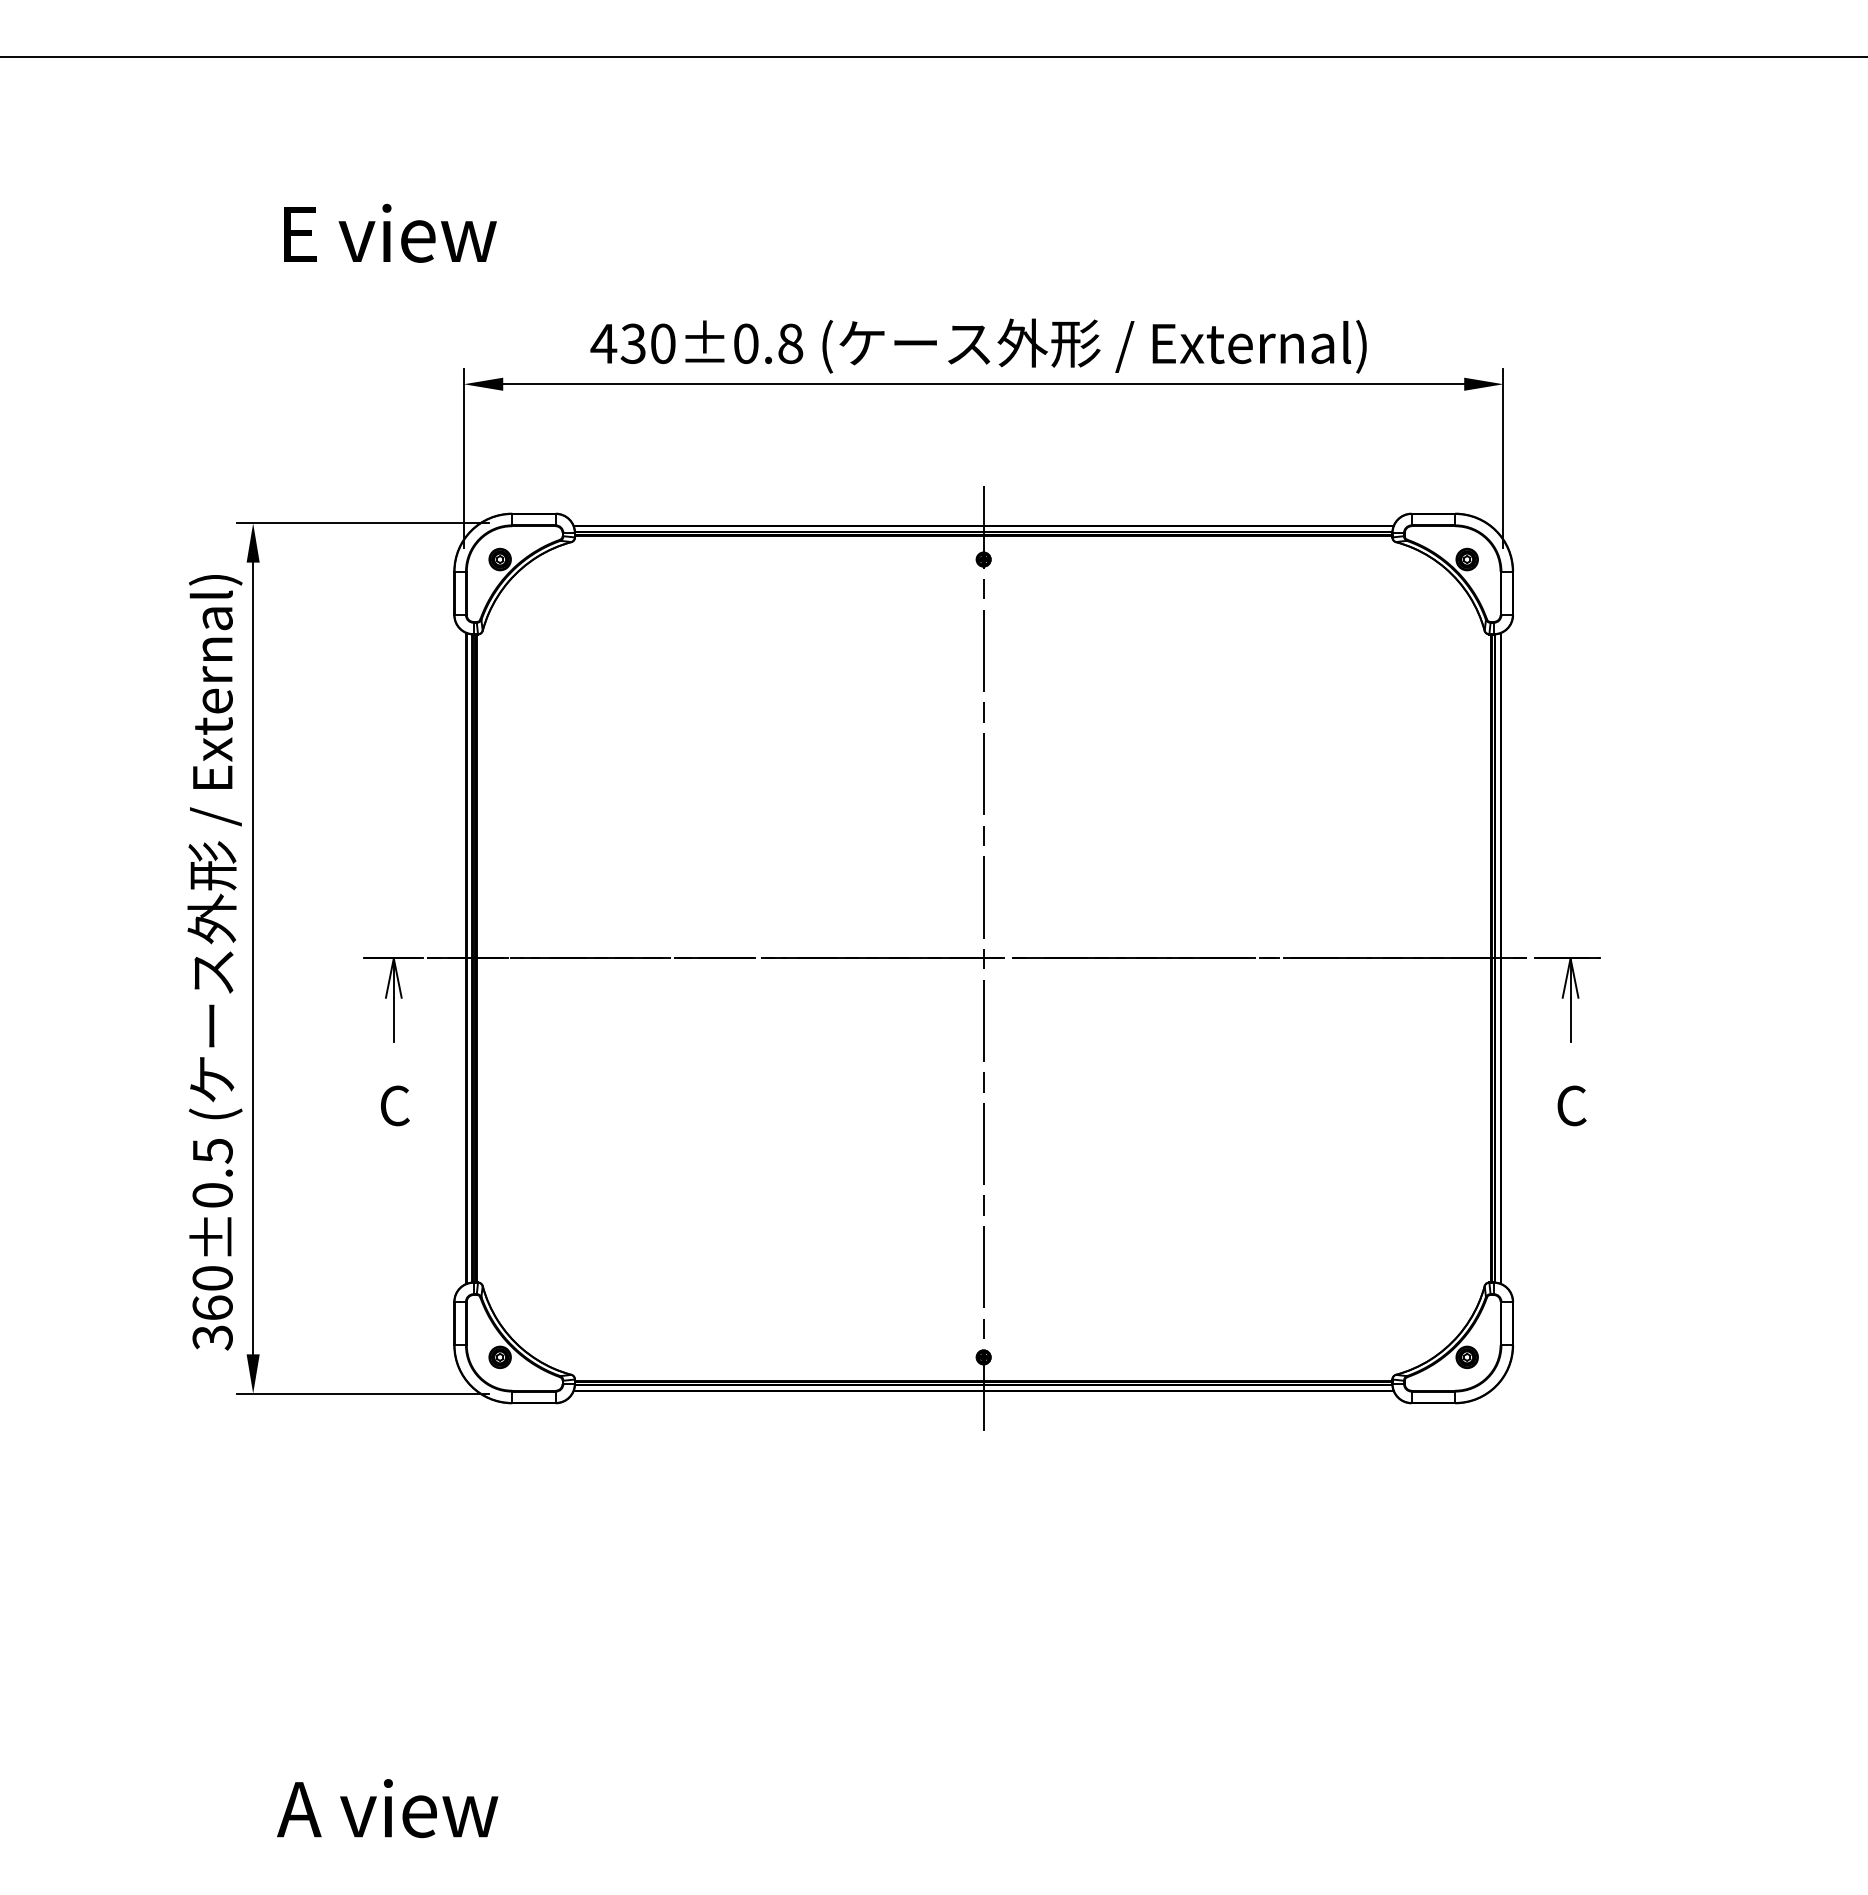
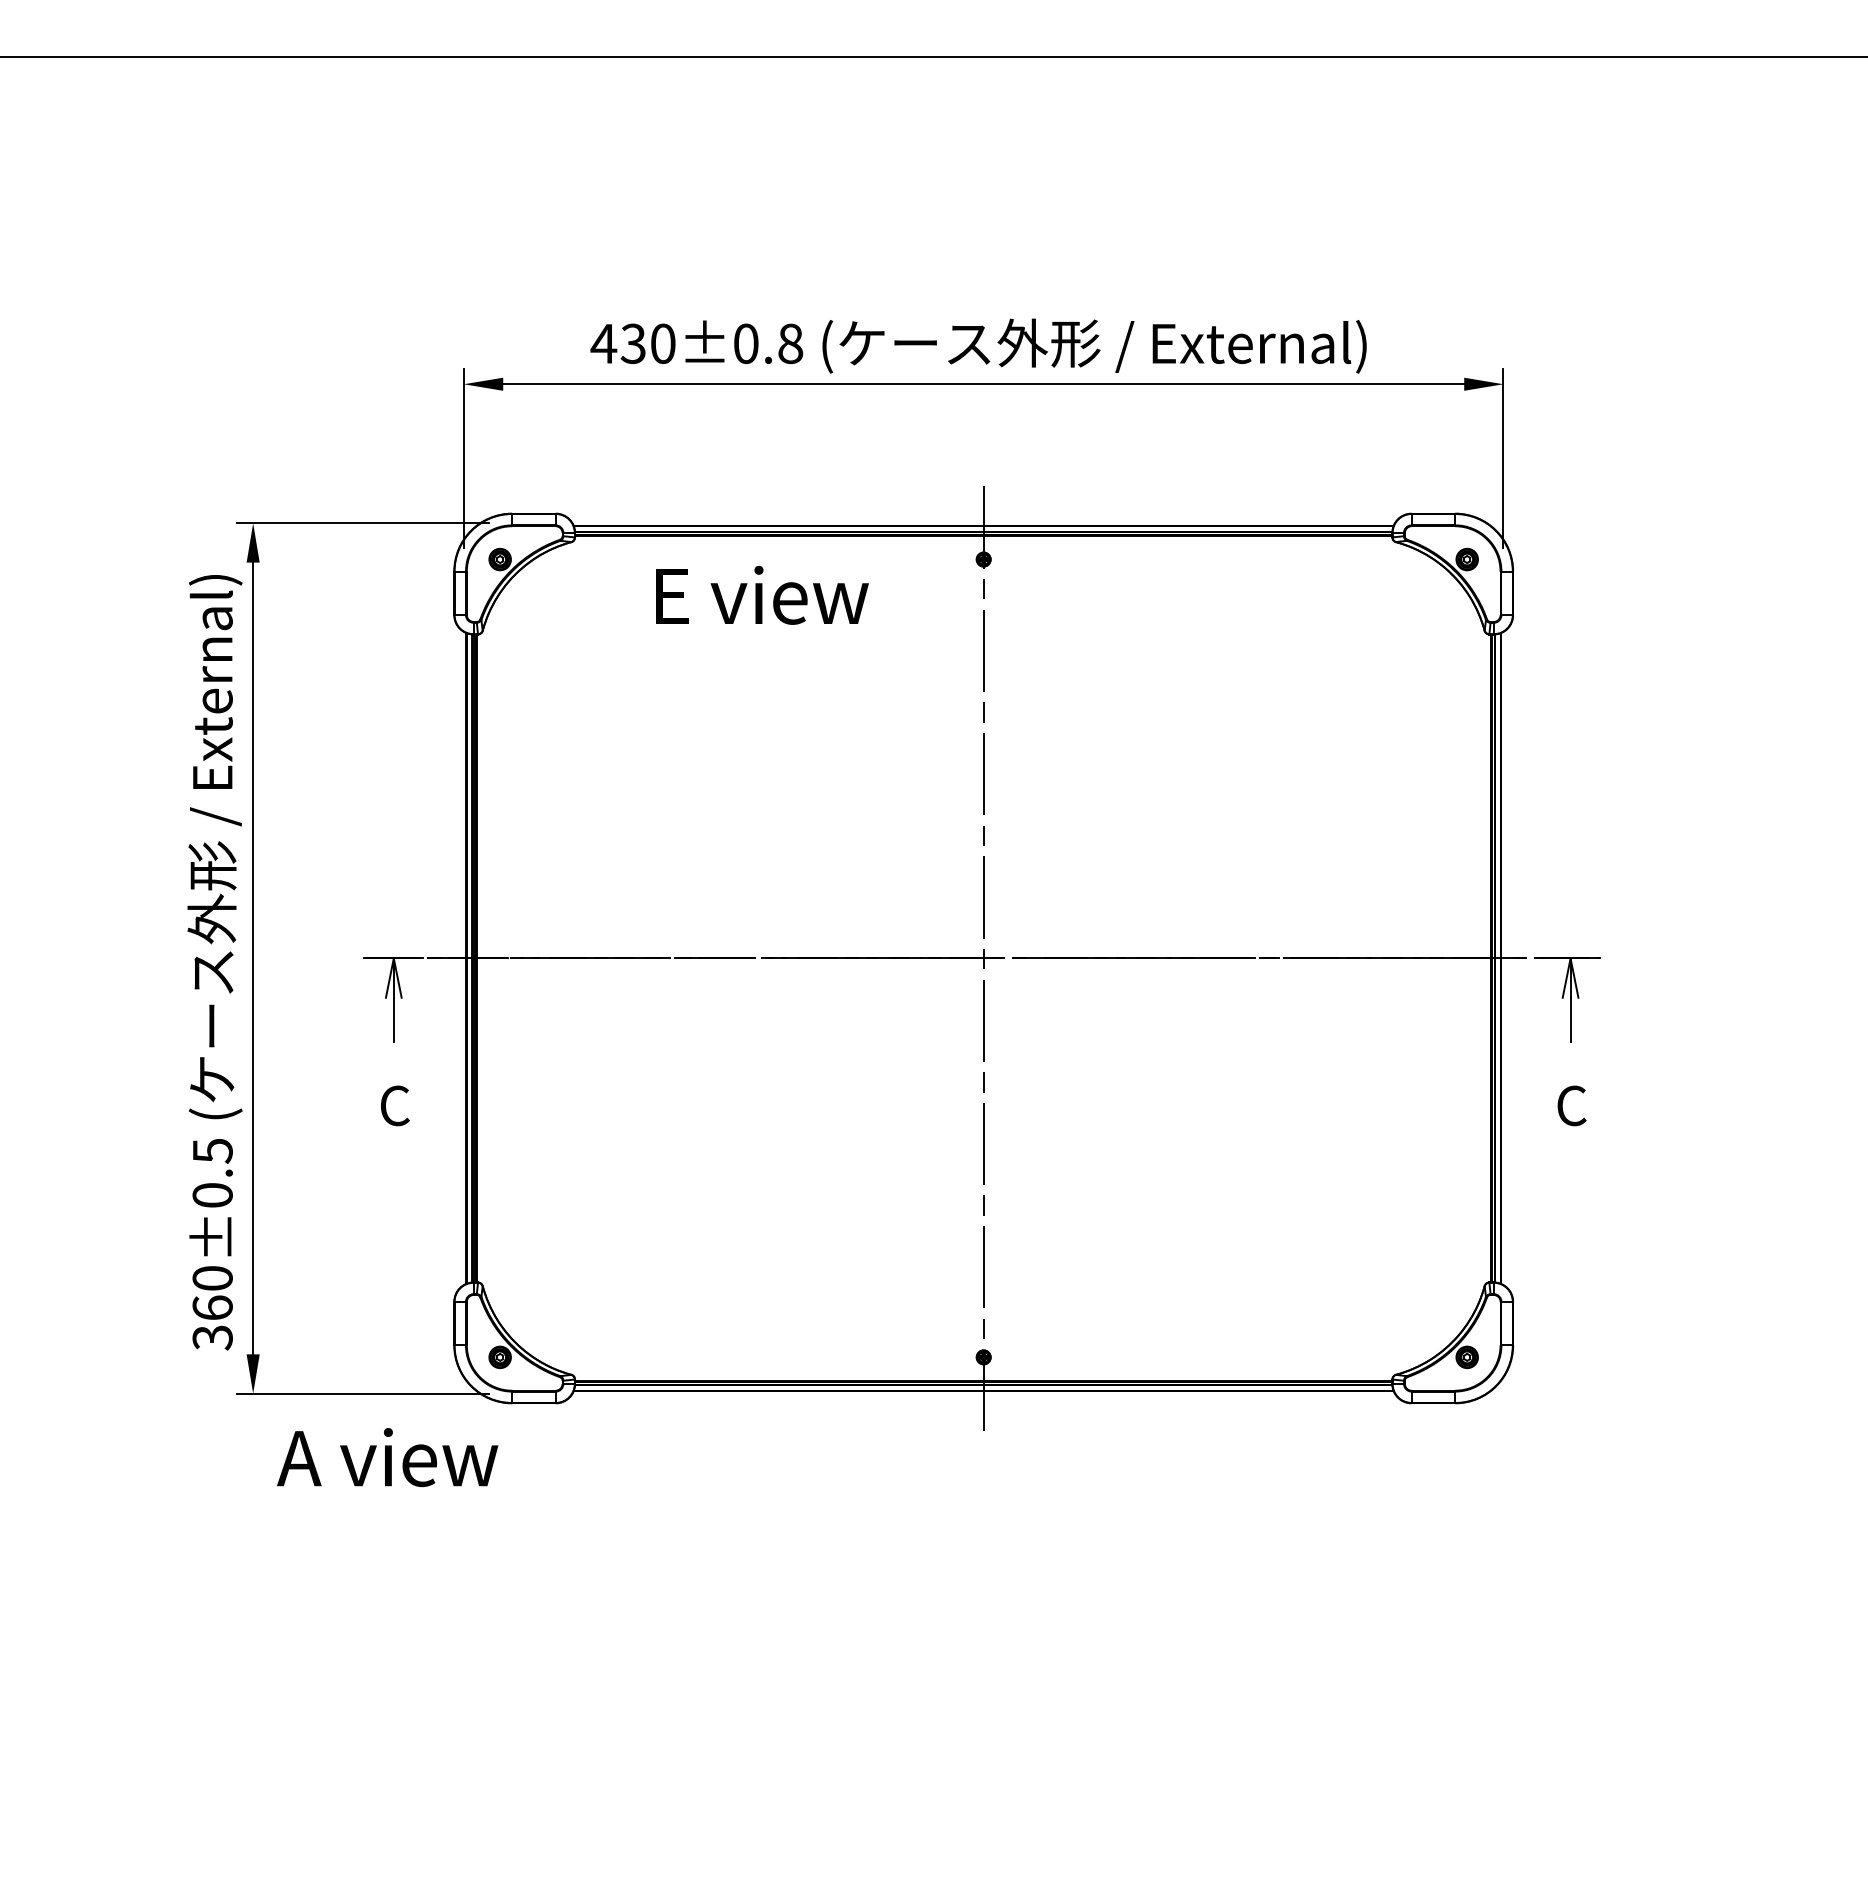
text at (390, 232) position: (390, 232) -> (762, 594)
text at (387, 1808) position: (387, 1808) -> (387, 1457)
